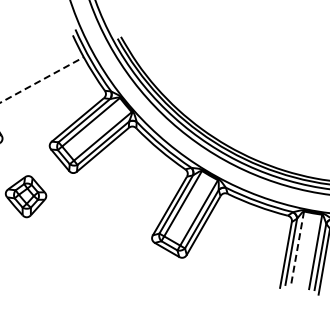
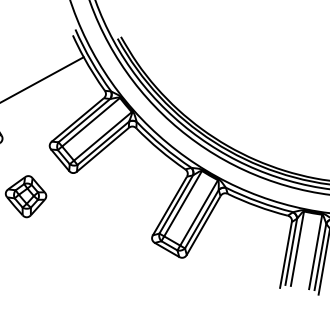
line at (41, 80): dashed -> solid
line at (297, 248): dashed -> solid
